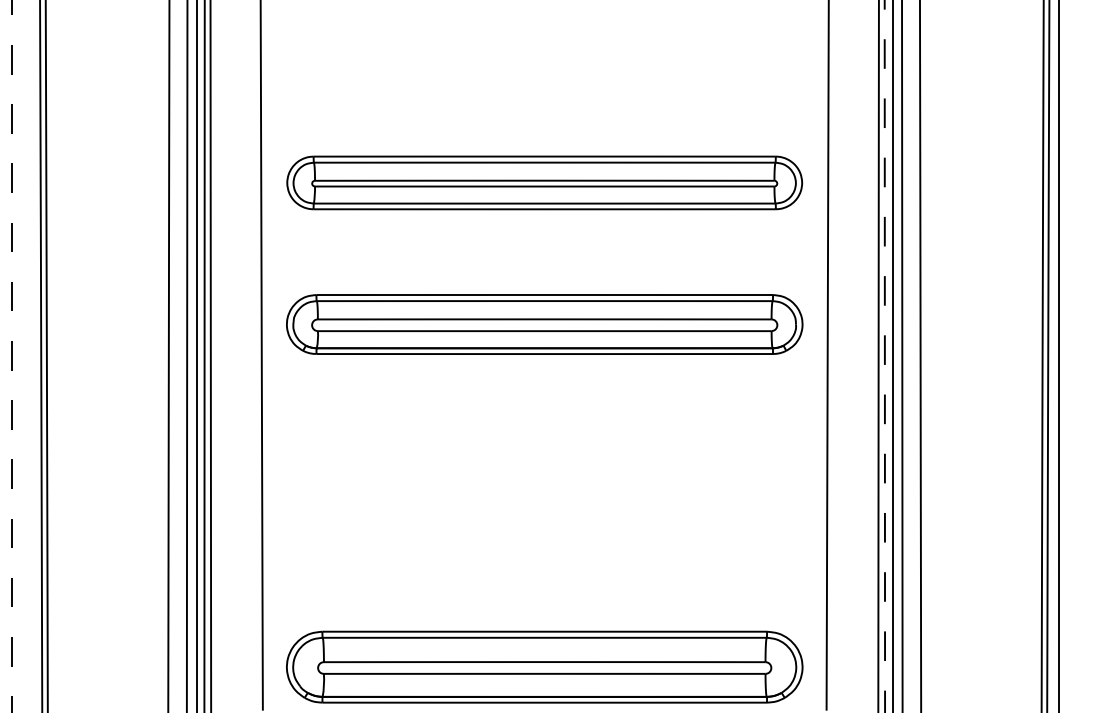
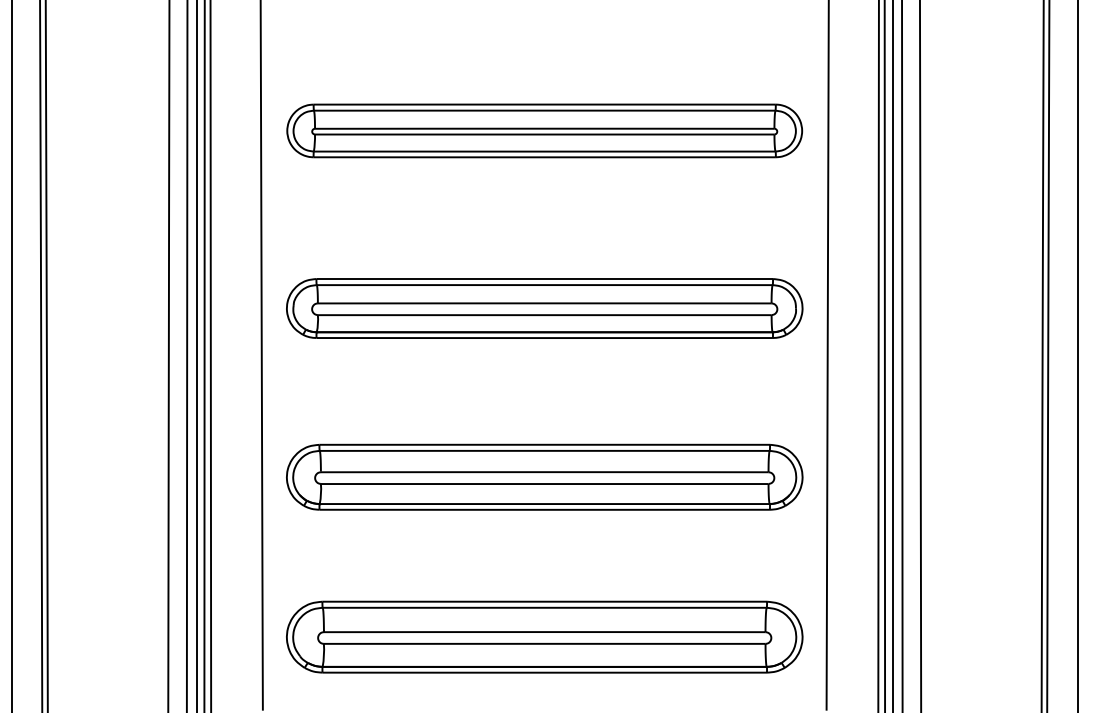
part at (544, 182) position: (544, 182) -> (544, 130)
part at (544, 324) position: (544, 324) -> (544, 308)
line at (1058, 355) position: (1058, 355) -> (1077, 355)
line at (11, 356): dashed -> solid
line at (884, 356): dashed -> solid
part at (544, 476): none -> present
part at (544, 666) position: (544, 666) -> (544, 636)
